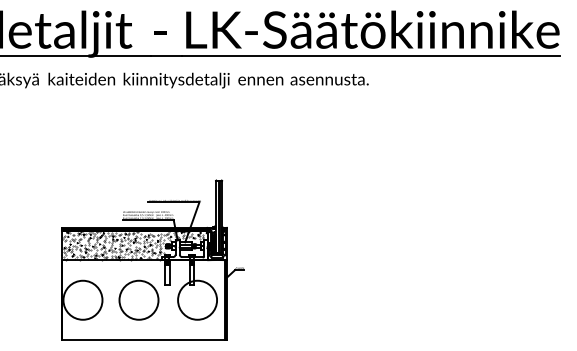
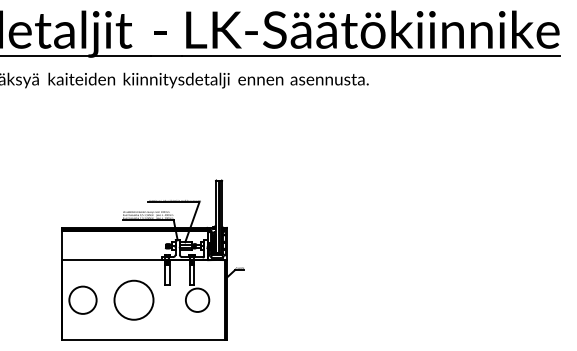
hatch at (134, 245): present -> none
circle at (82, 299) diameter: 39 px -> 27 px
circle at (138, 299) position: (138, 299) -> (133, 299)
circle at (197, 299) diameter: 39 px -> 23 px
